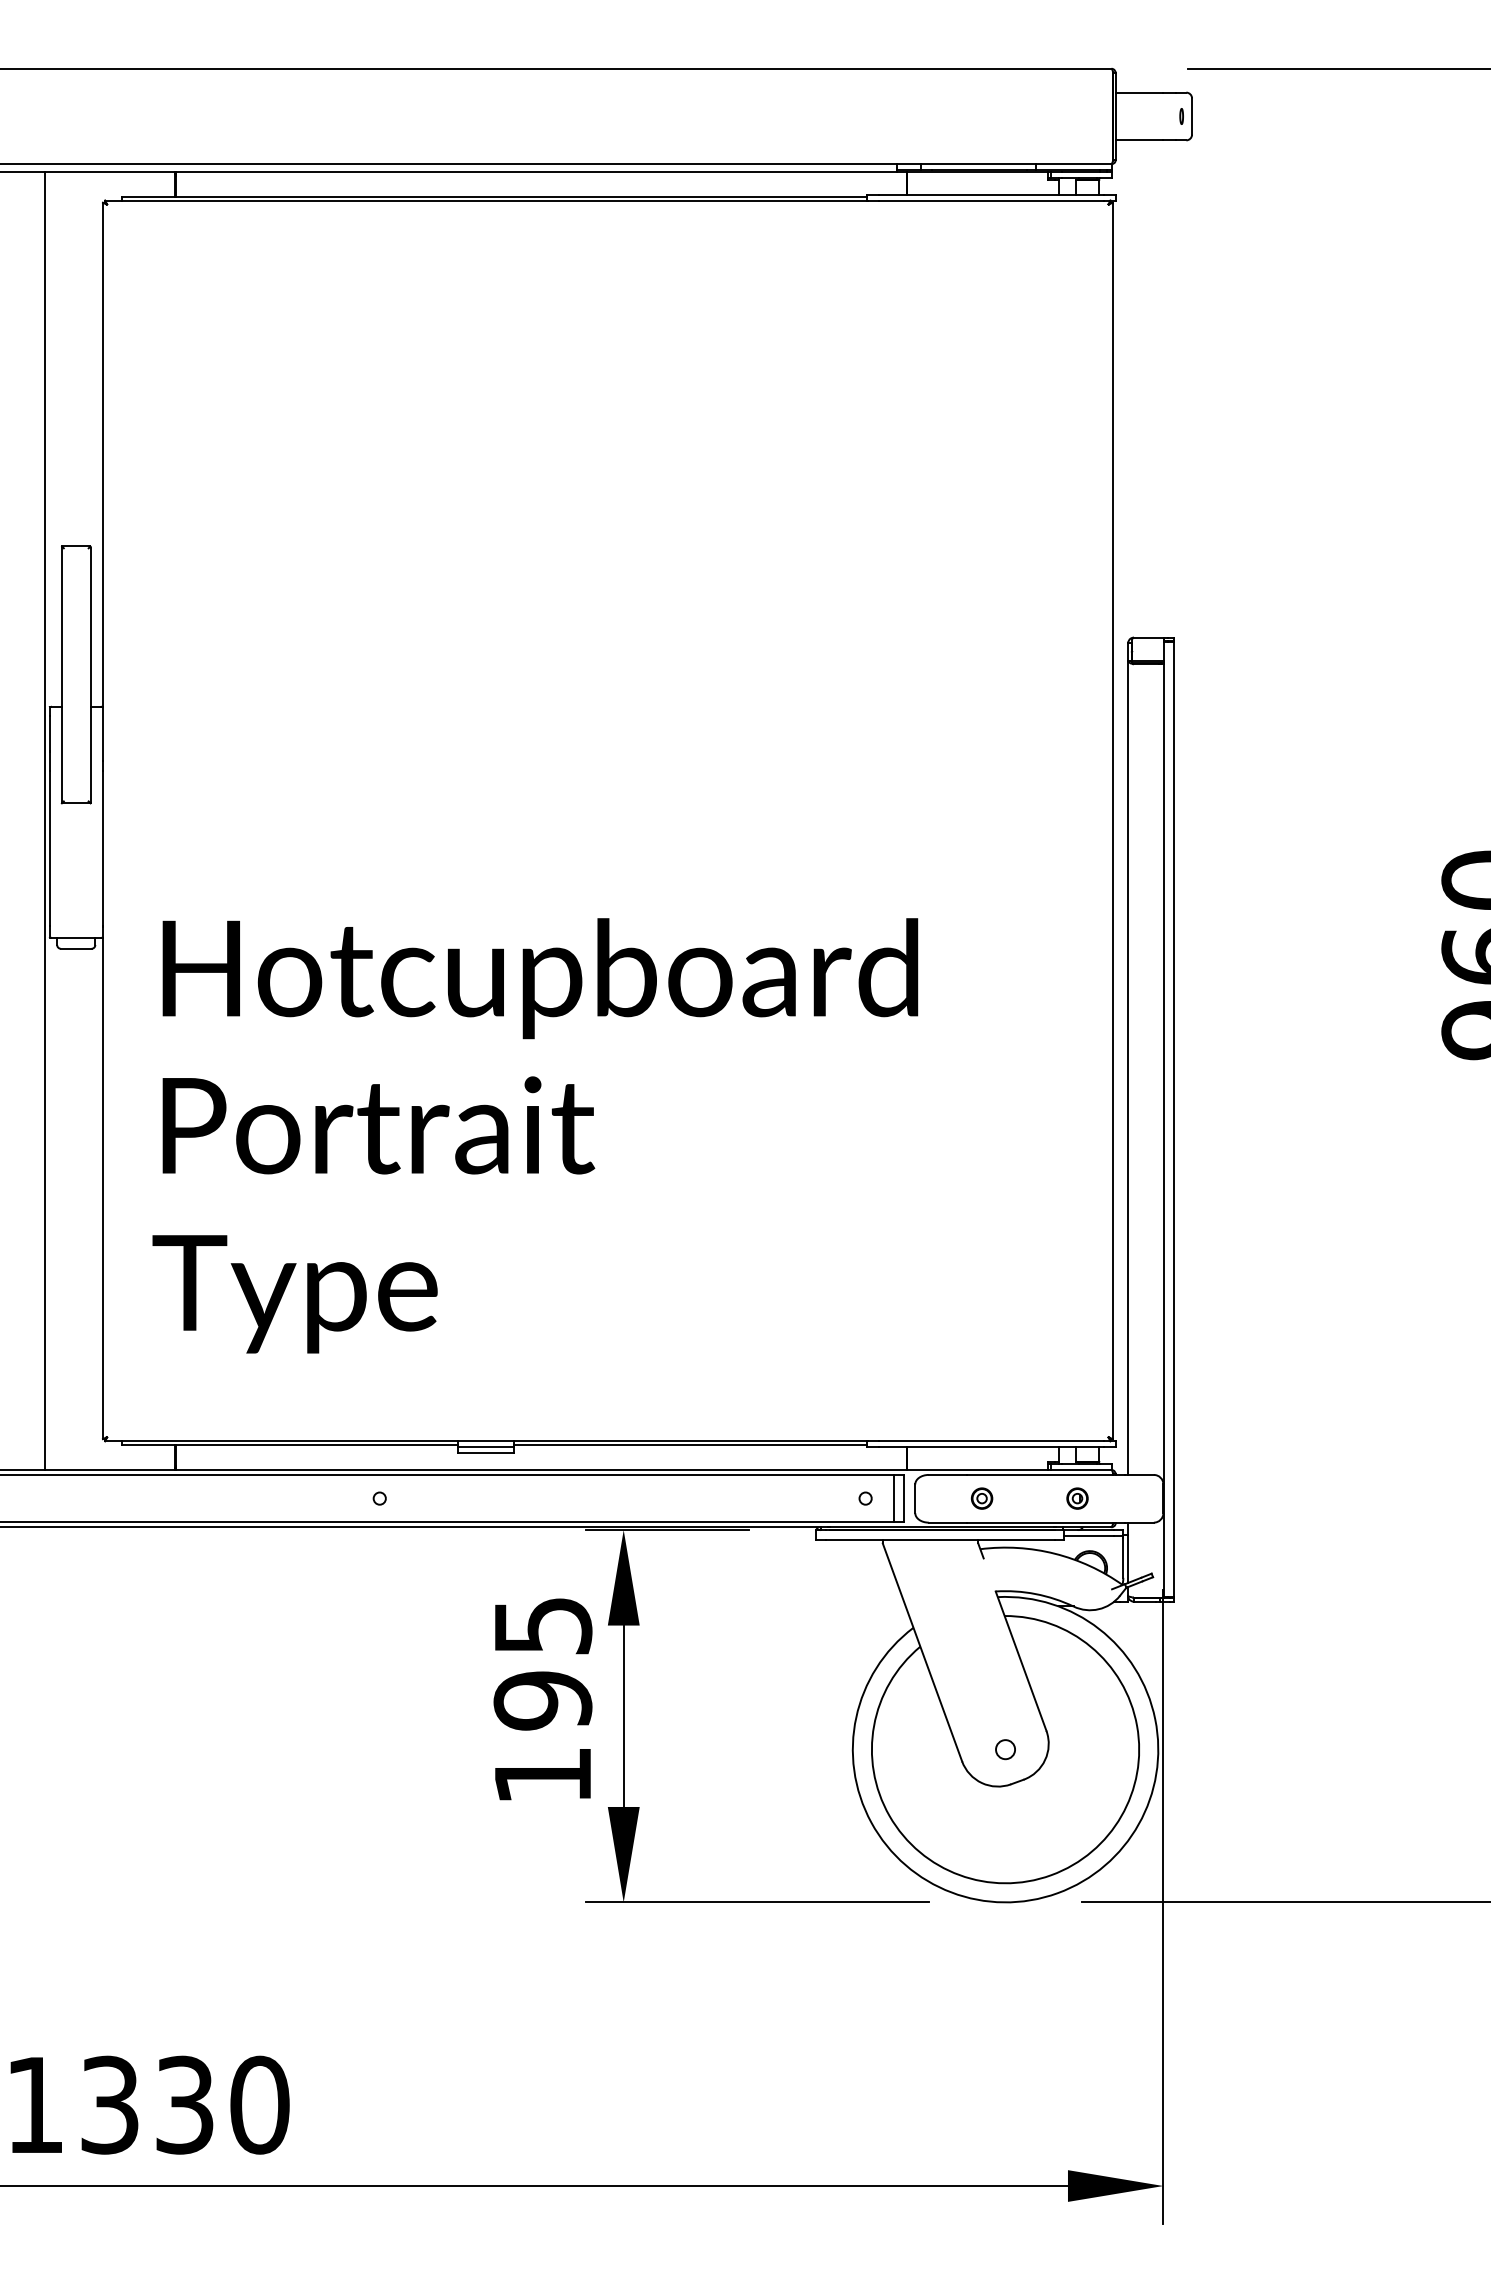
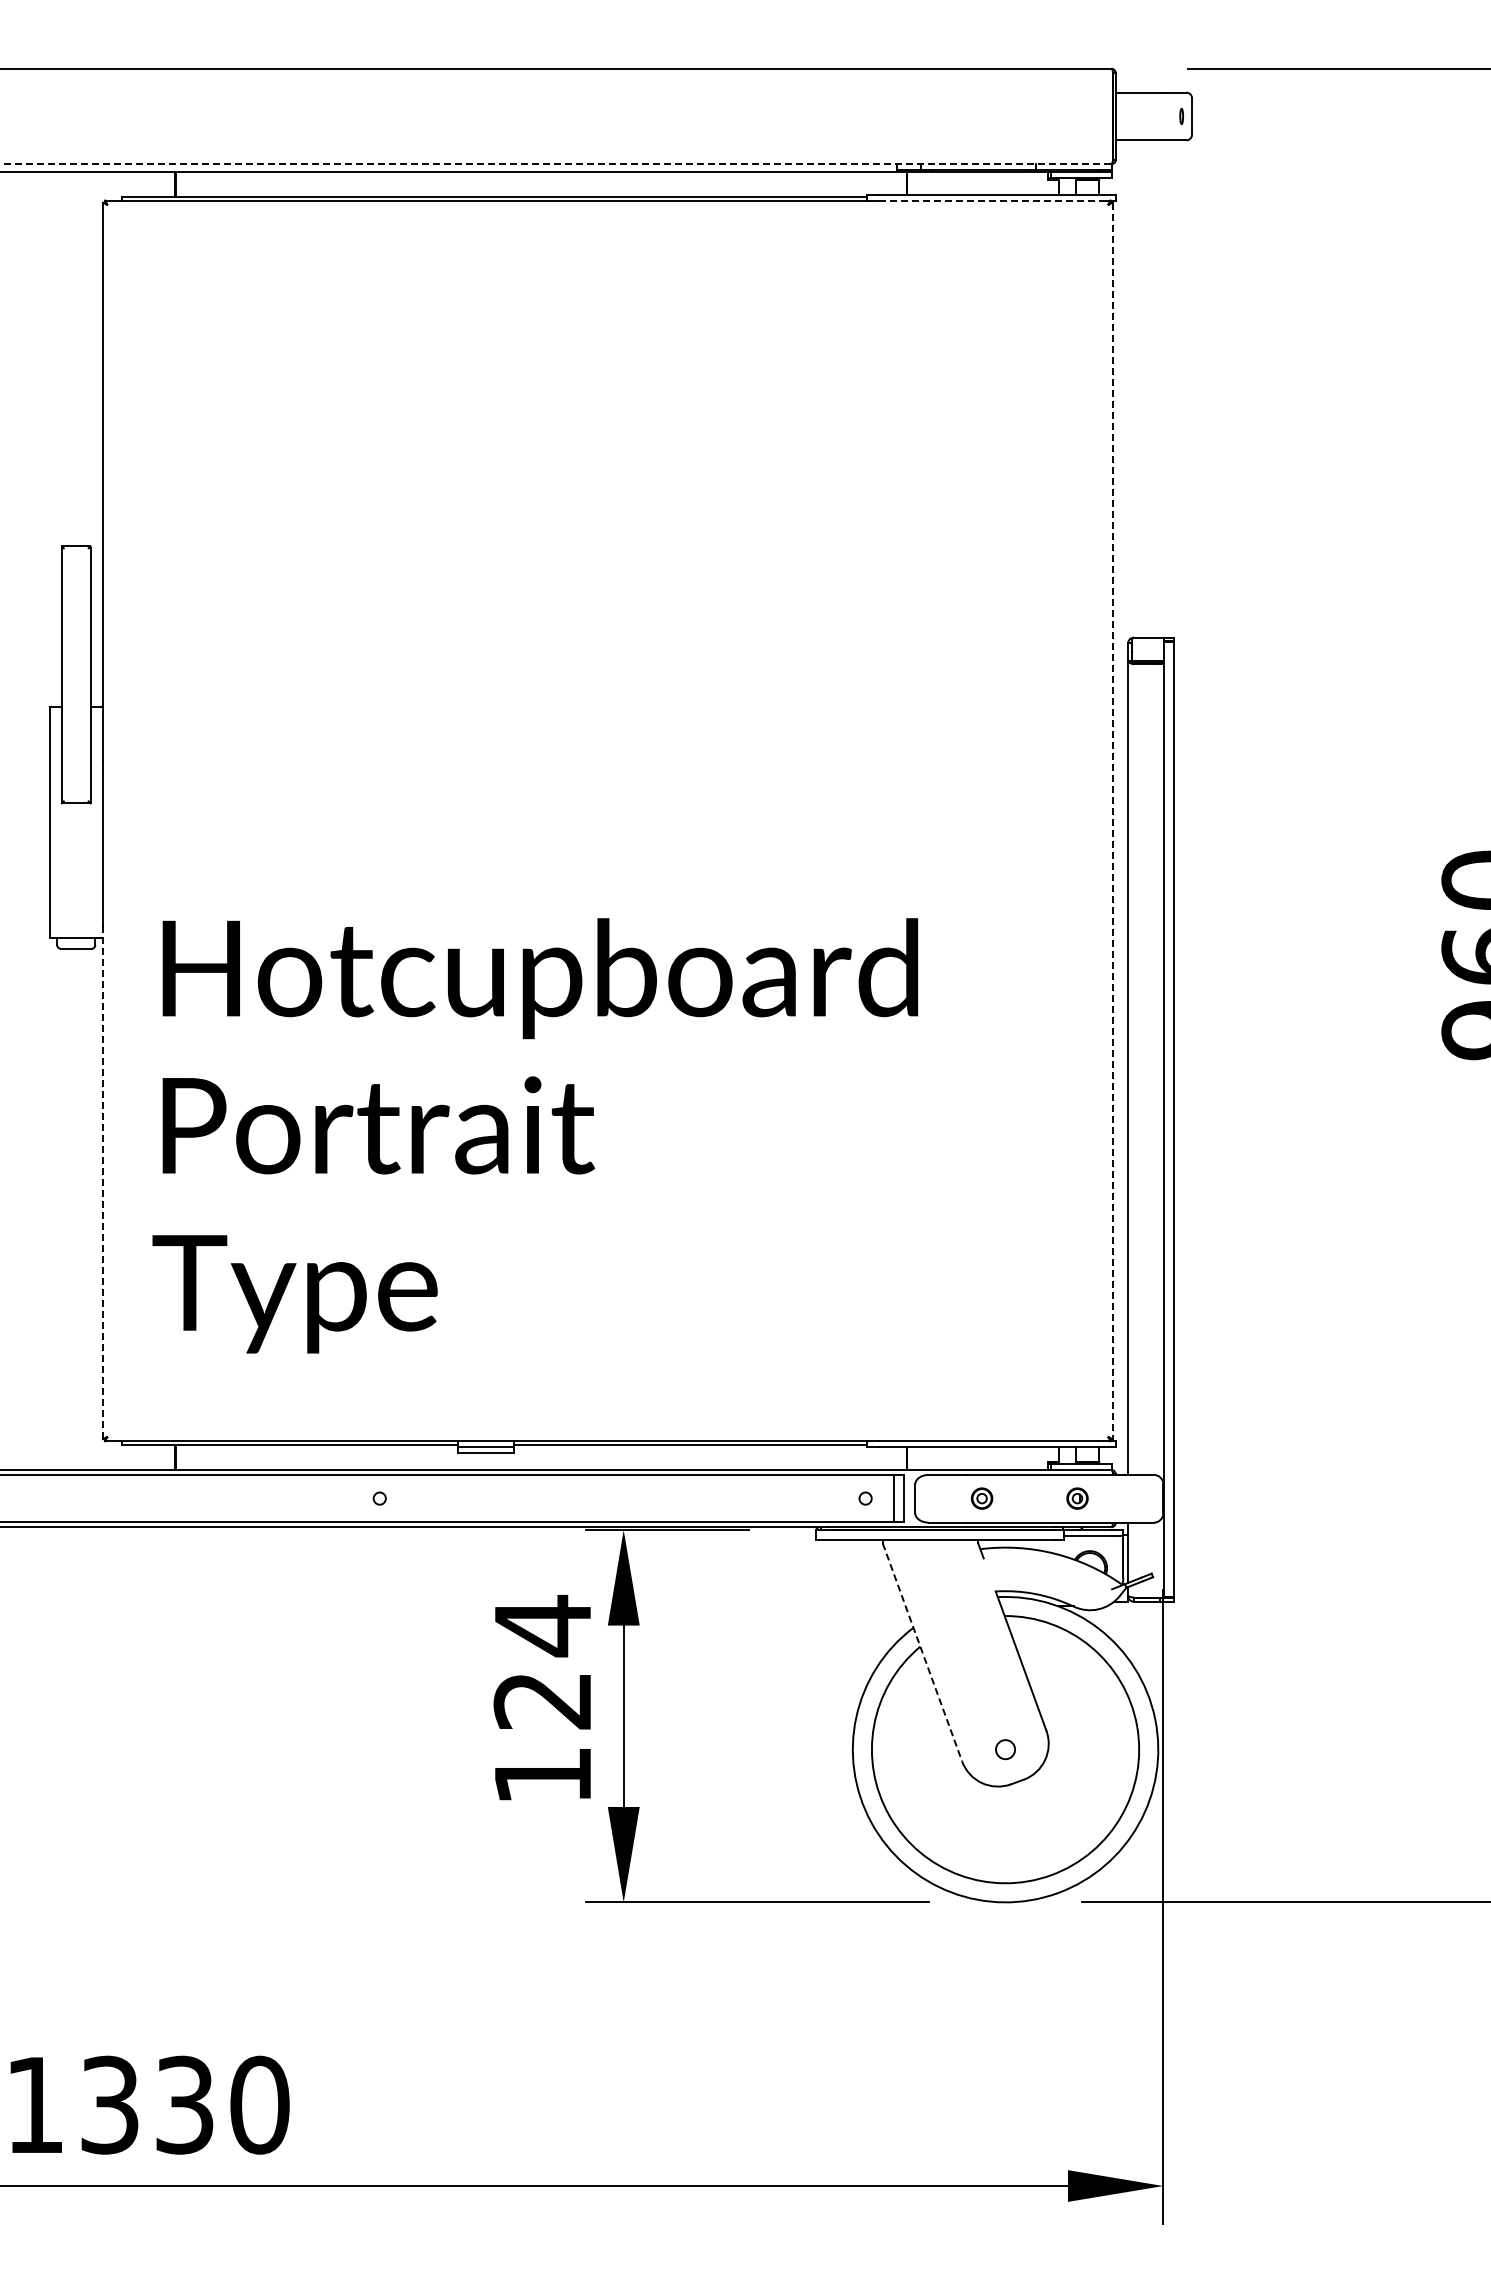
line at (555, 164): solid -> dashed
line at (991, 200): solid -> dashed
line at (44, 820): present -> none
line at (1112, 821): solid -> dashed
line at (102, 1182): solid -> dashed
line at (922, 1652): solid -> dashed
text at (542, 1662): 195 -> 124
